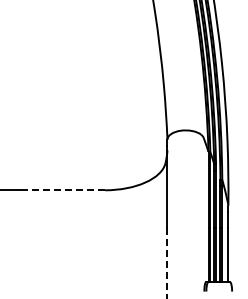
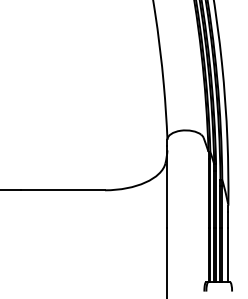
line at (63, 190): dashed -> solid
line at (167, 262): dashed -> solid
